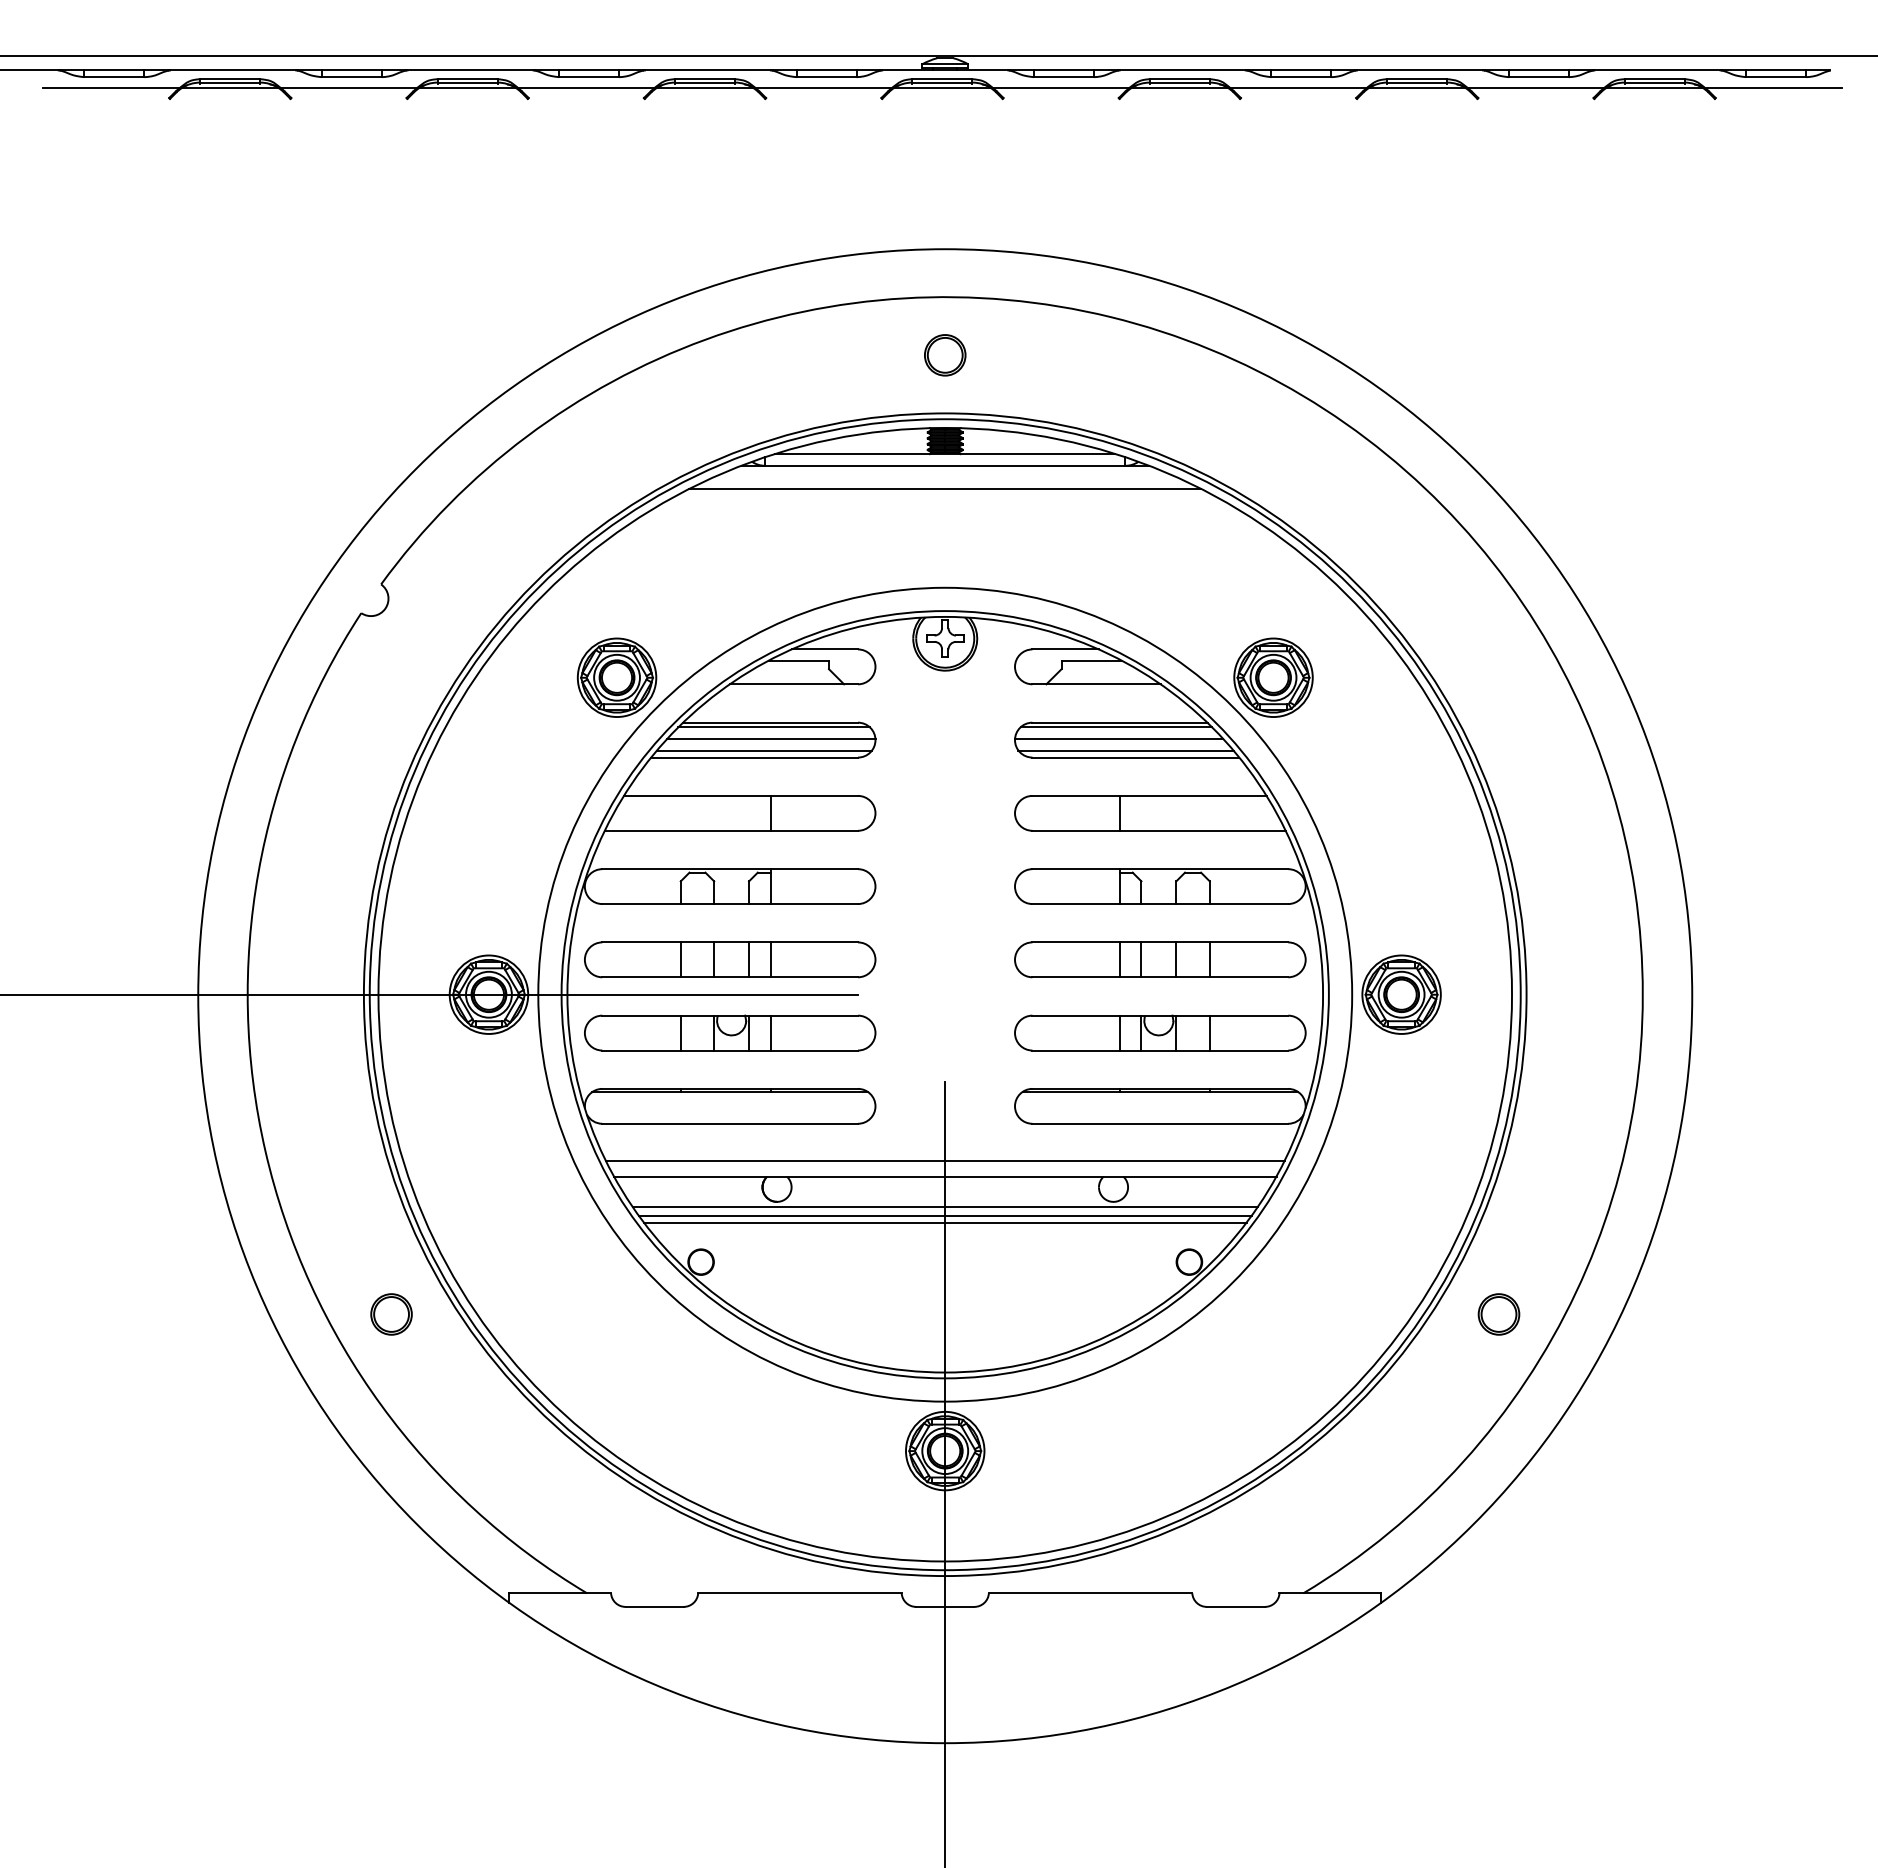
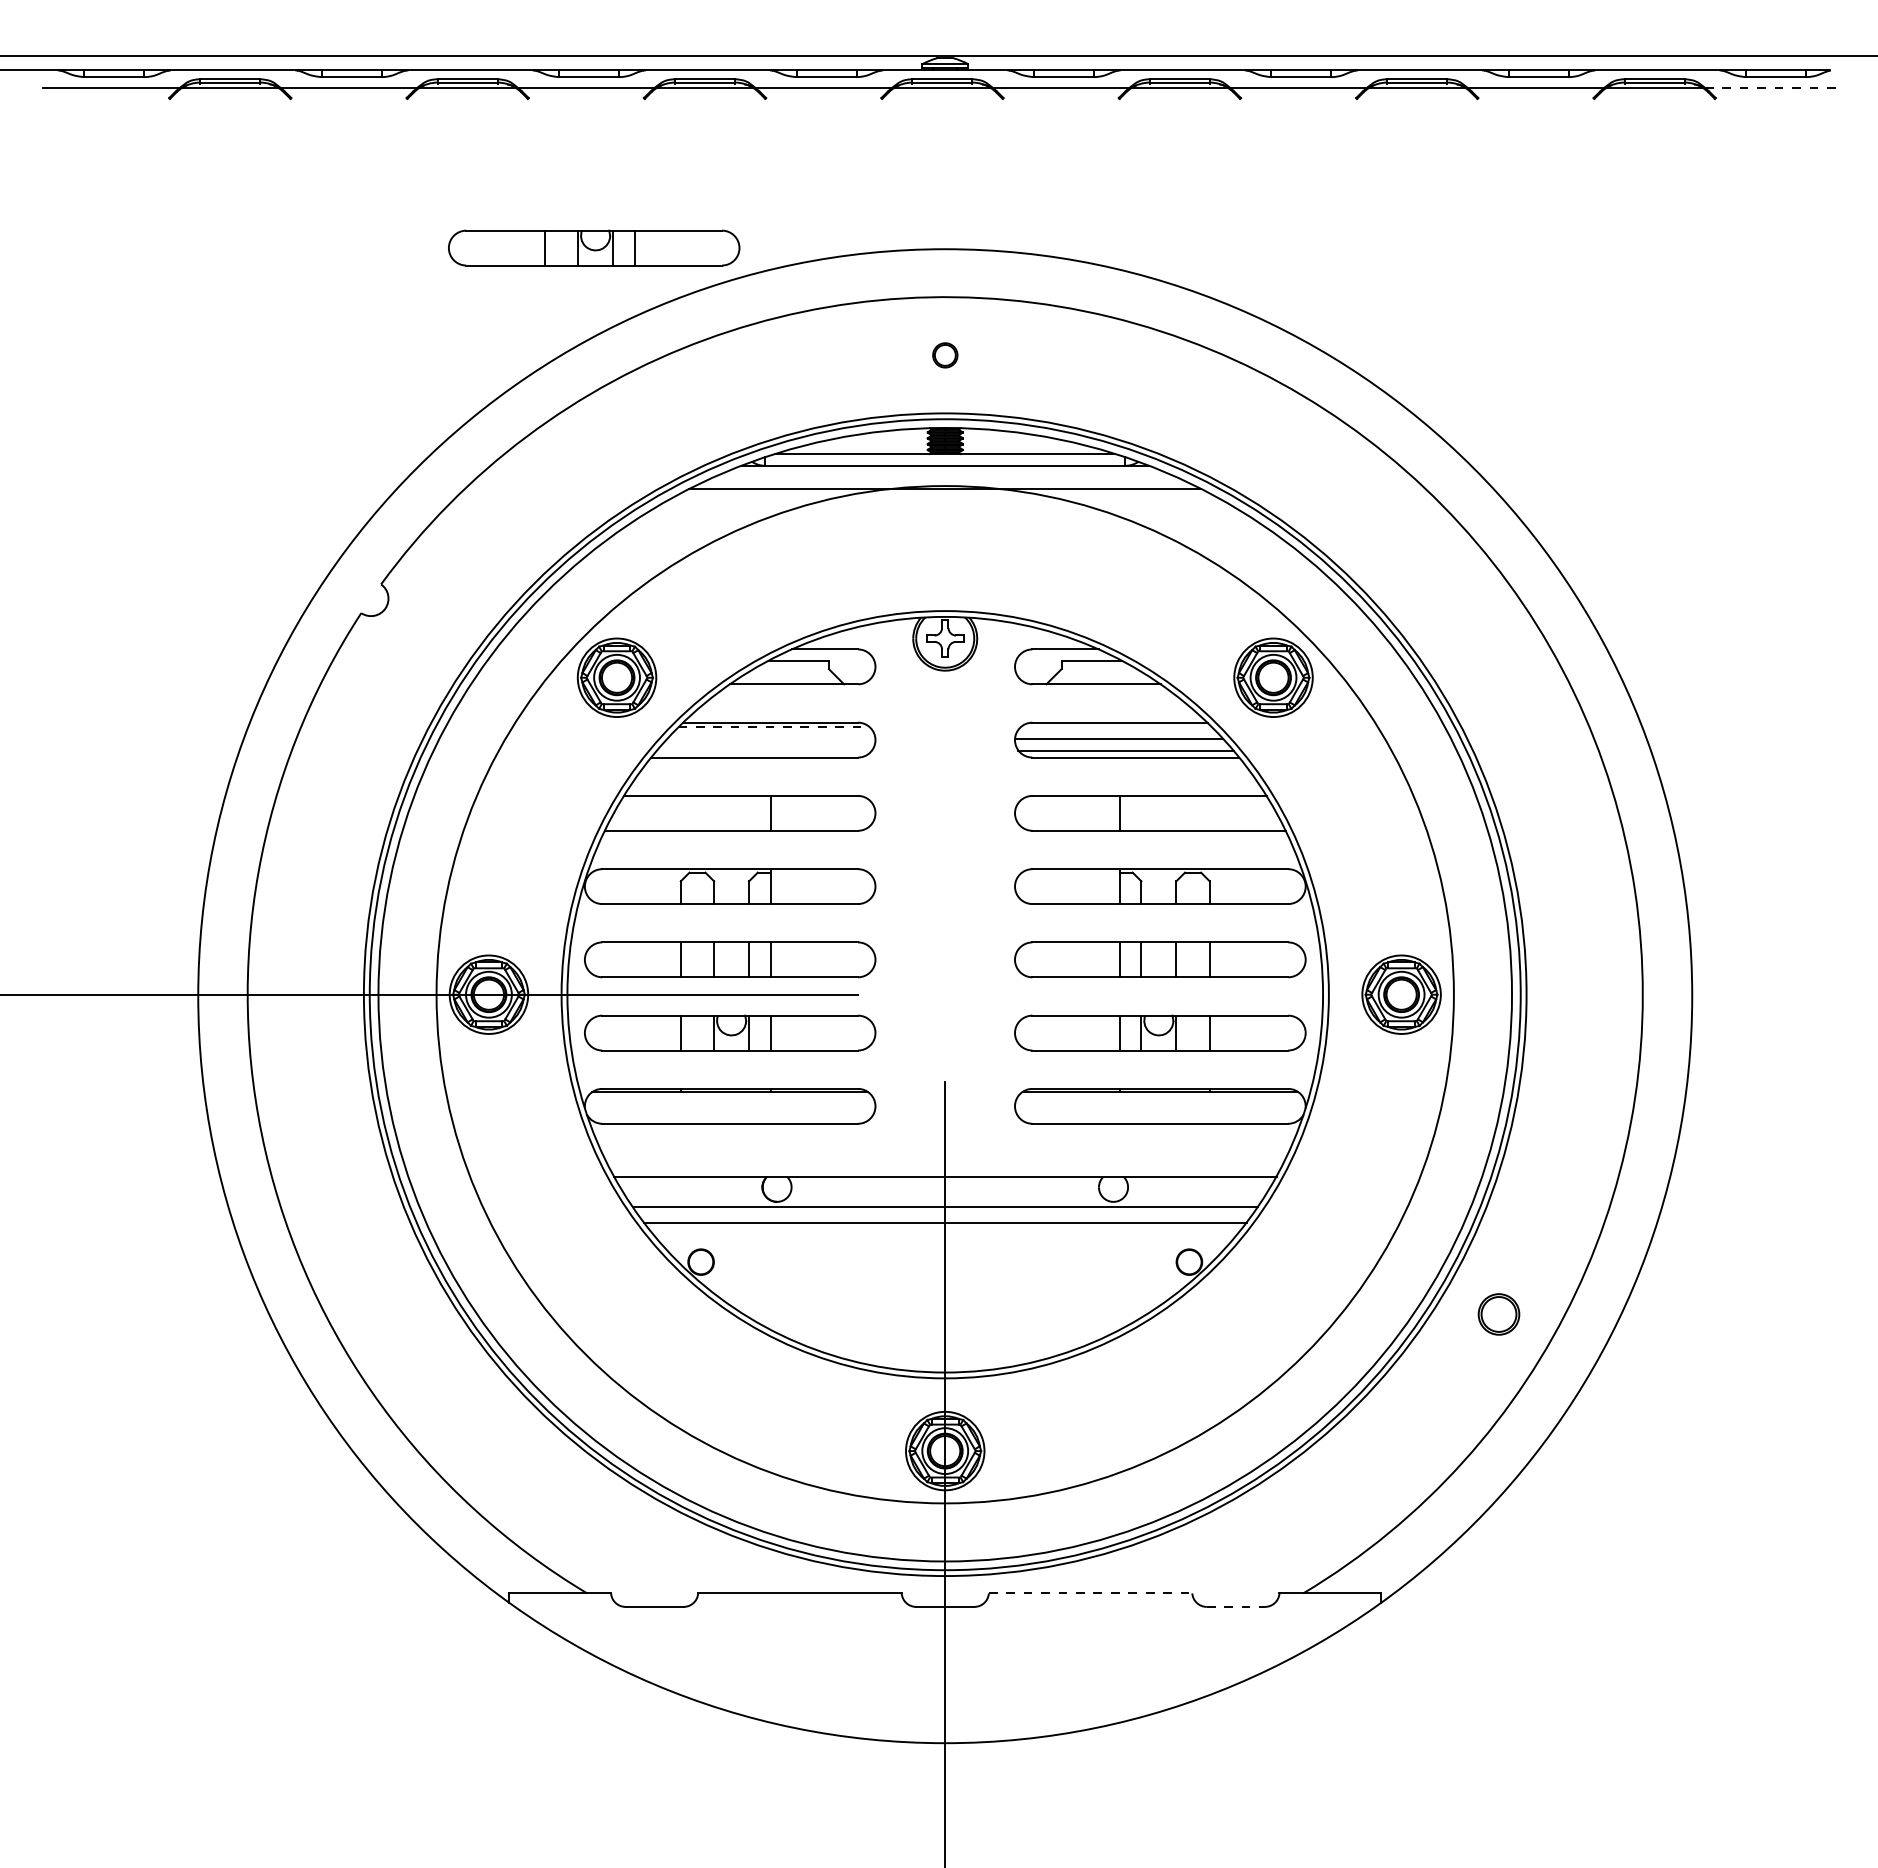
line at (1773, 87): solid -> dashed
part at (594, 247): none -> present
part at (945, 355) size: 43x43 px -> 27x27 px
line at (774, 727): solid -> dashed
line at (1116, 727): present -> none
line at (771, 738): present -> none
line at (764, 750): present -> none
circle at (945, 994) diameter: 814 px -> 1017 px
line at (944, 1160): present -> none
line at (944, 1215): present -> none
part at (391, 1314): present -> none
line at (1090, 1593): solid -> dashed
line at (1236, 1606): solid -> dashed
